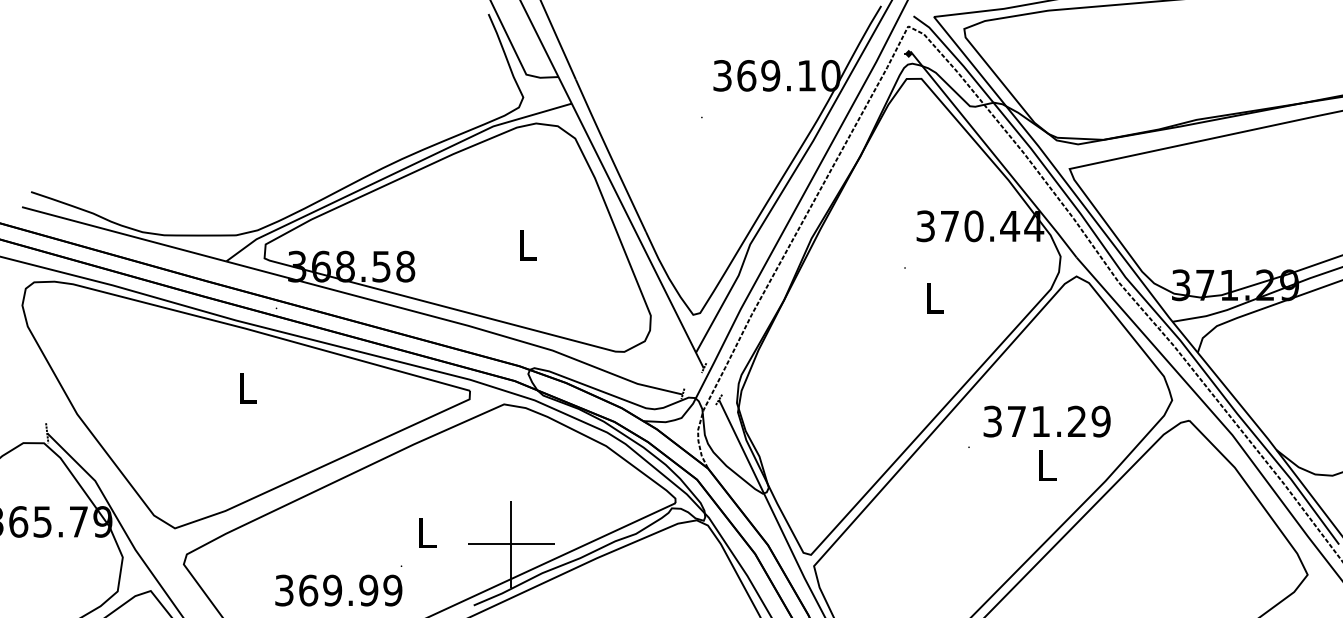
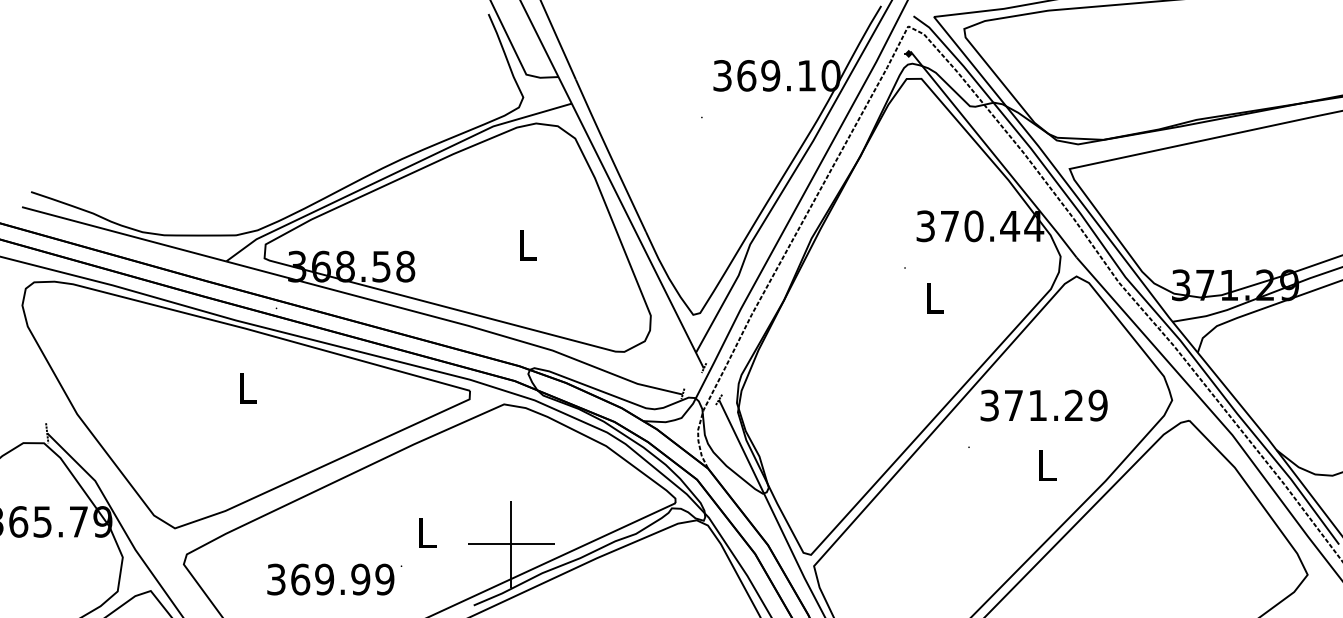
text at (1046, 421) position: (1046, 421) -> (1043, 405)
text at (338, 590) position: (338, 590) -> (330, 579)
